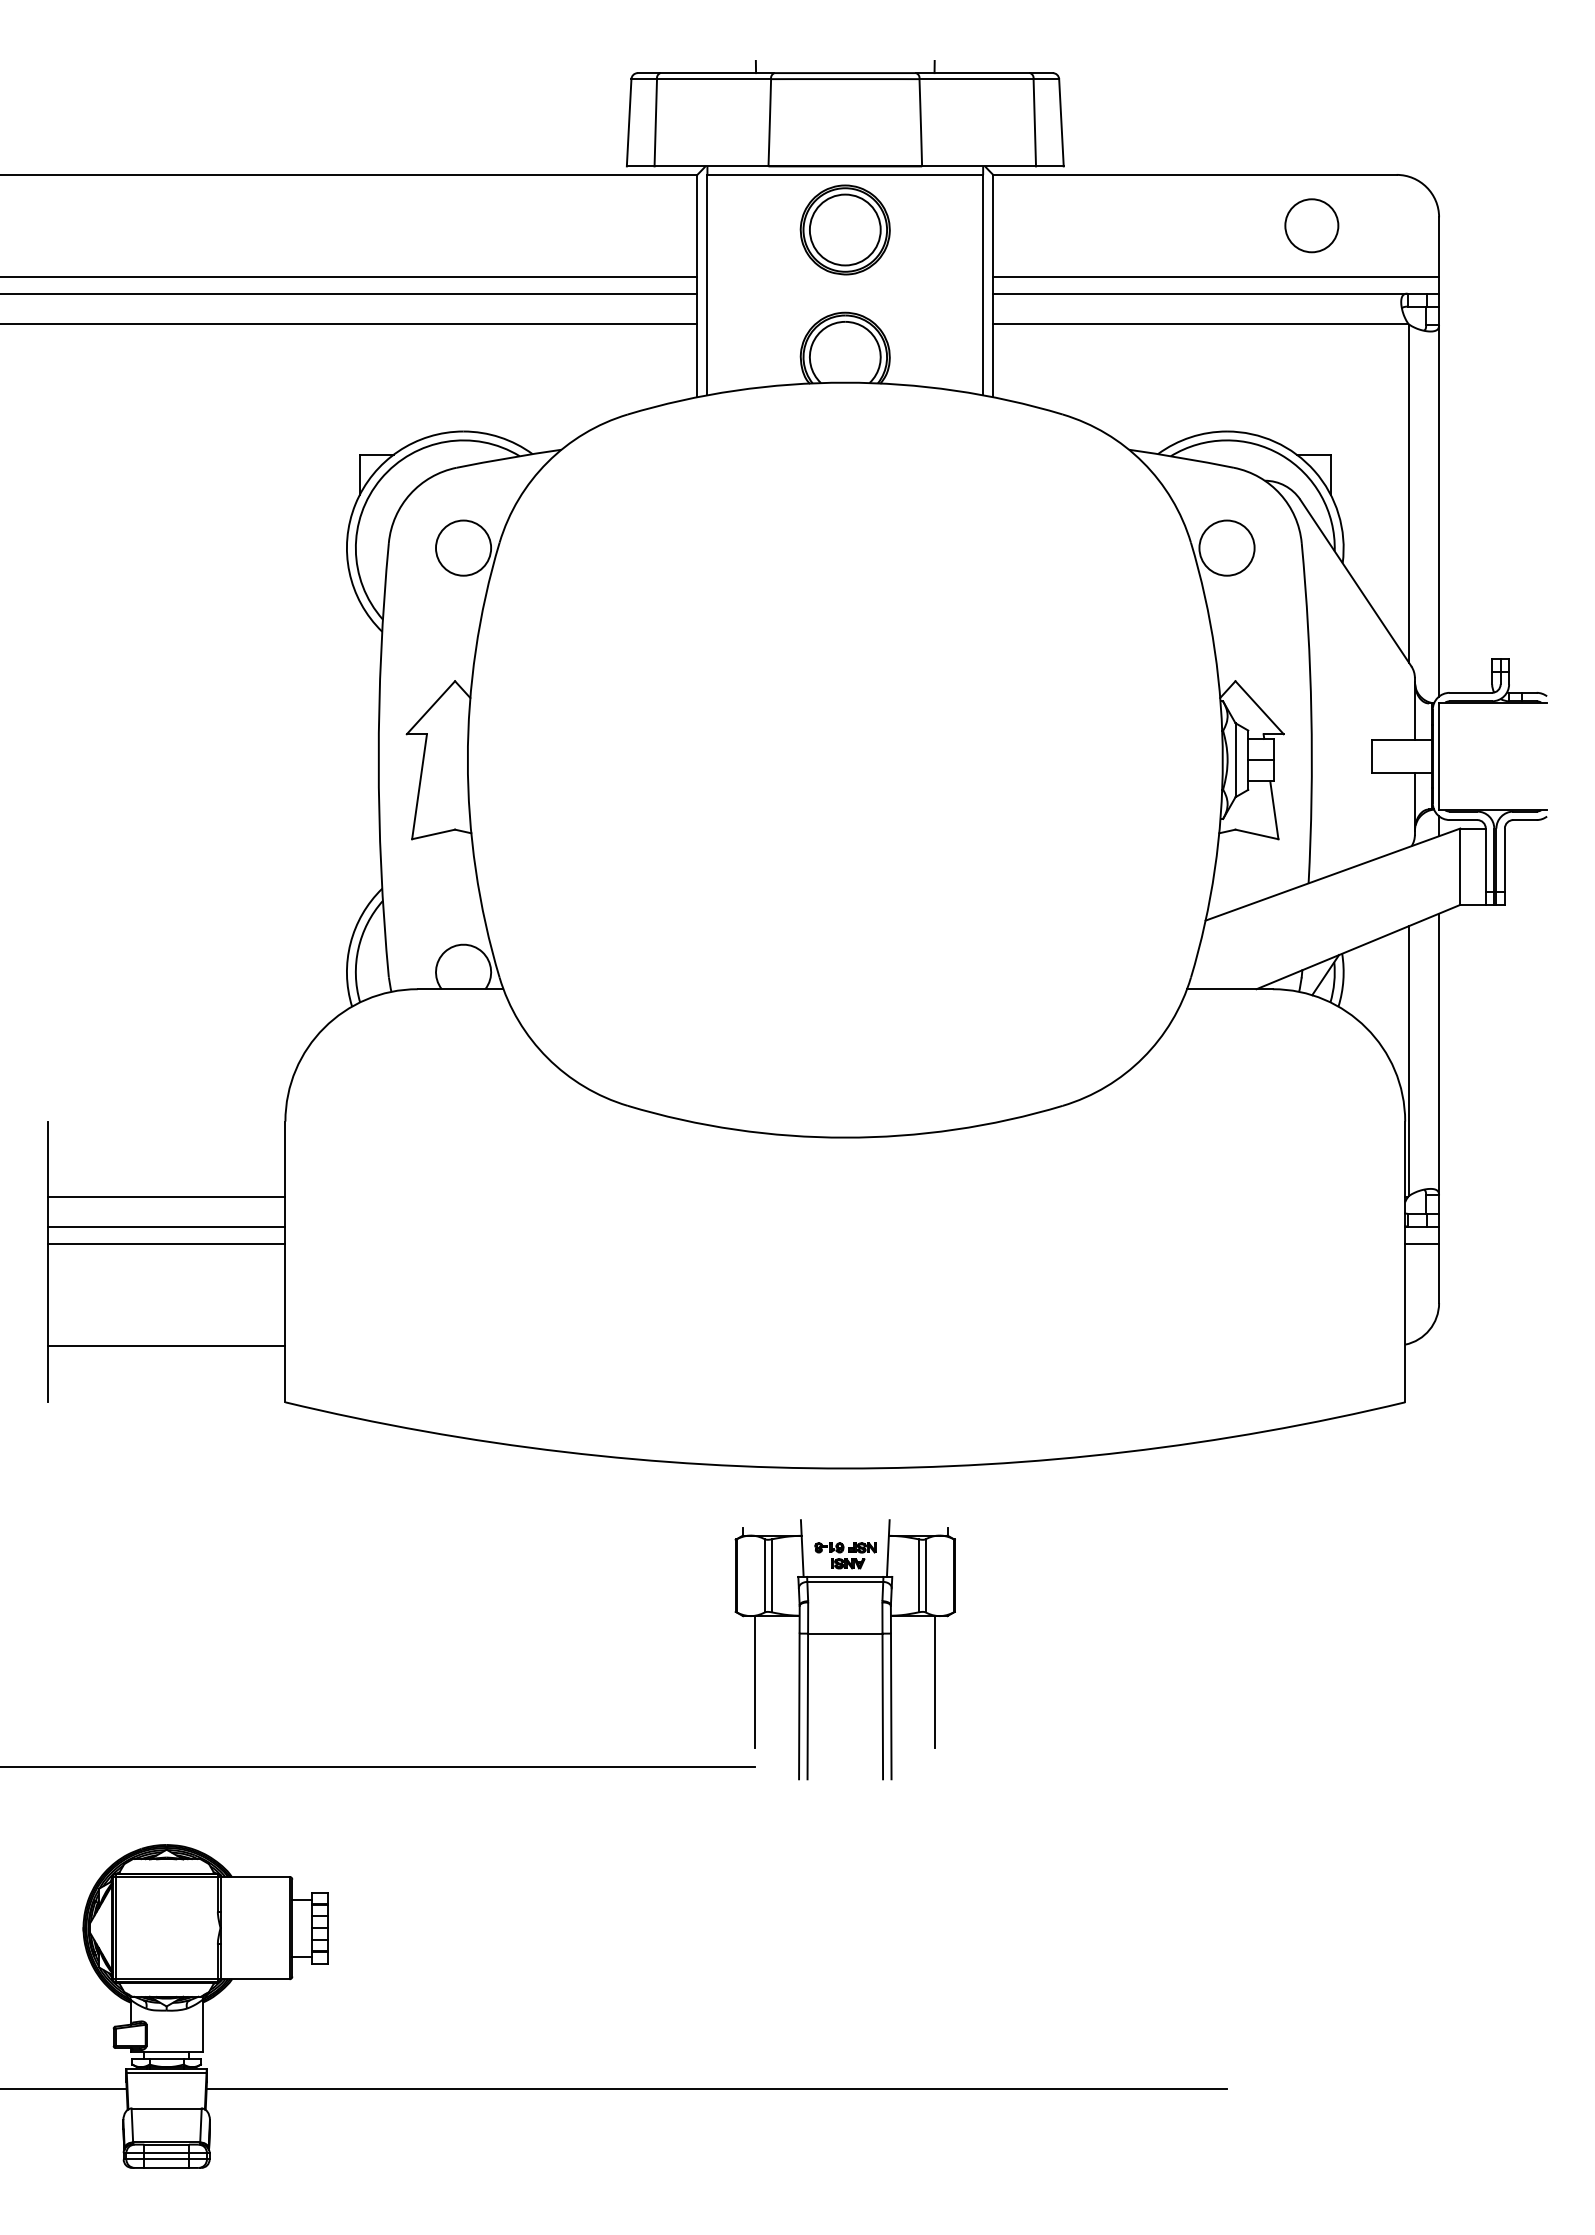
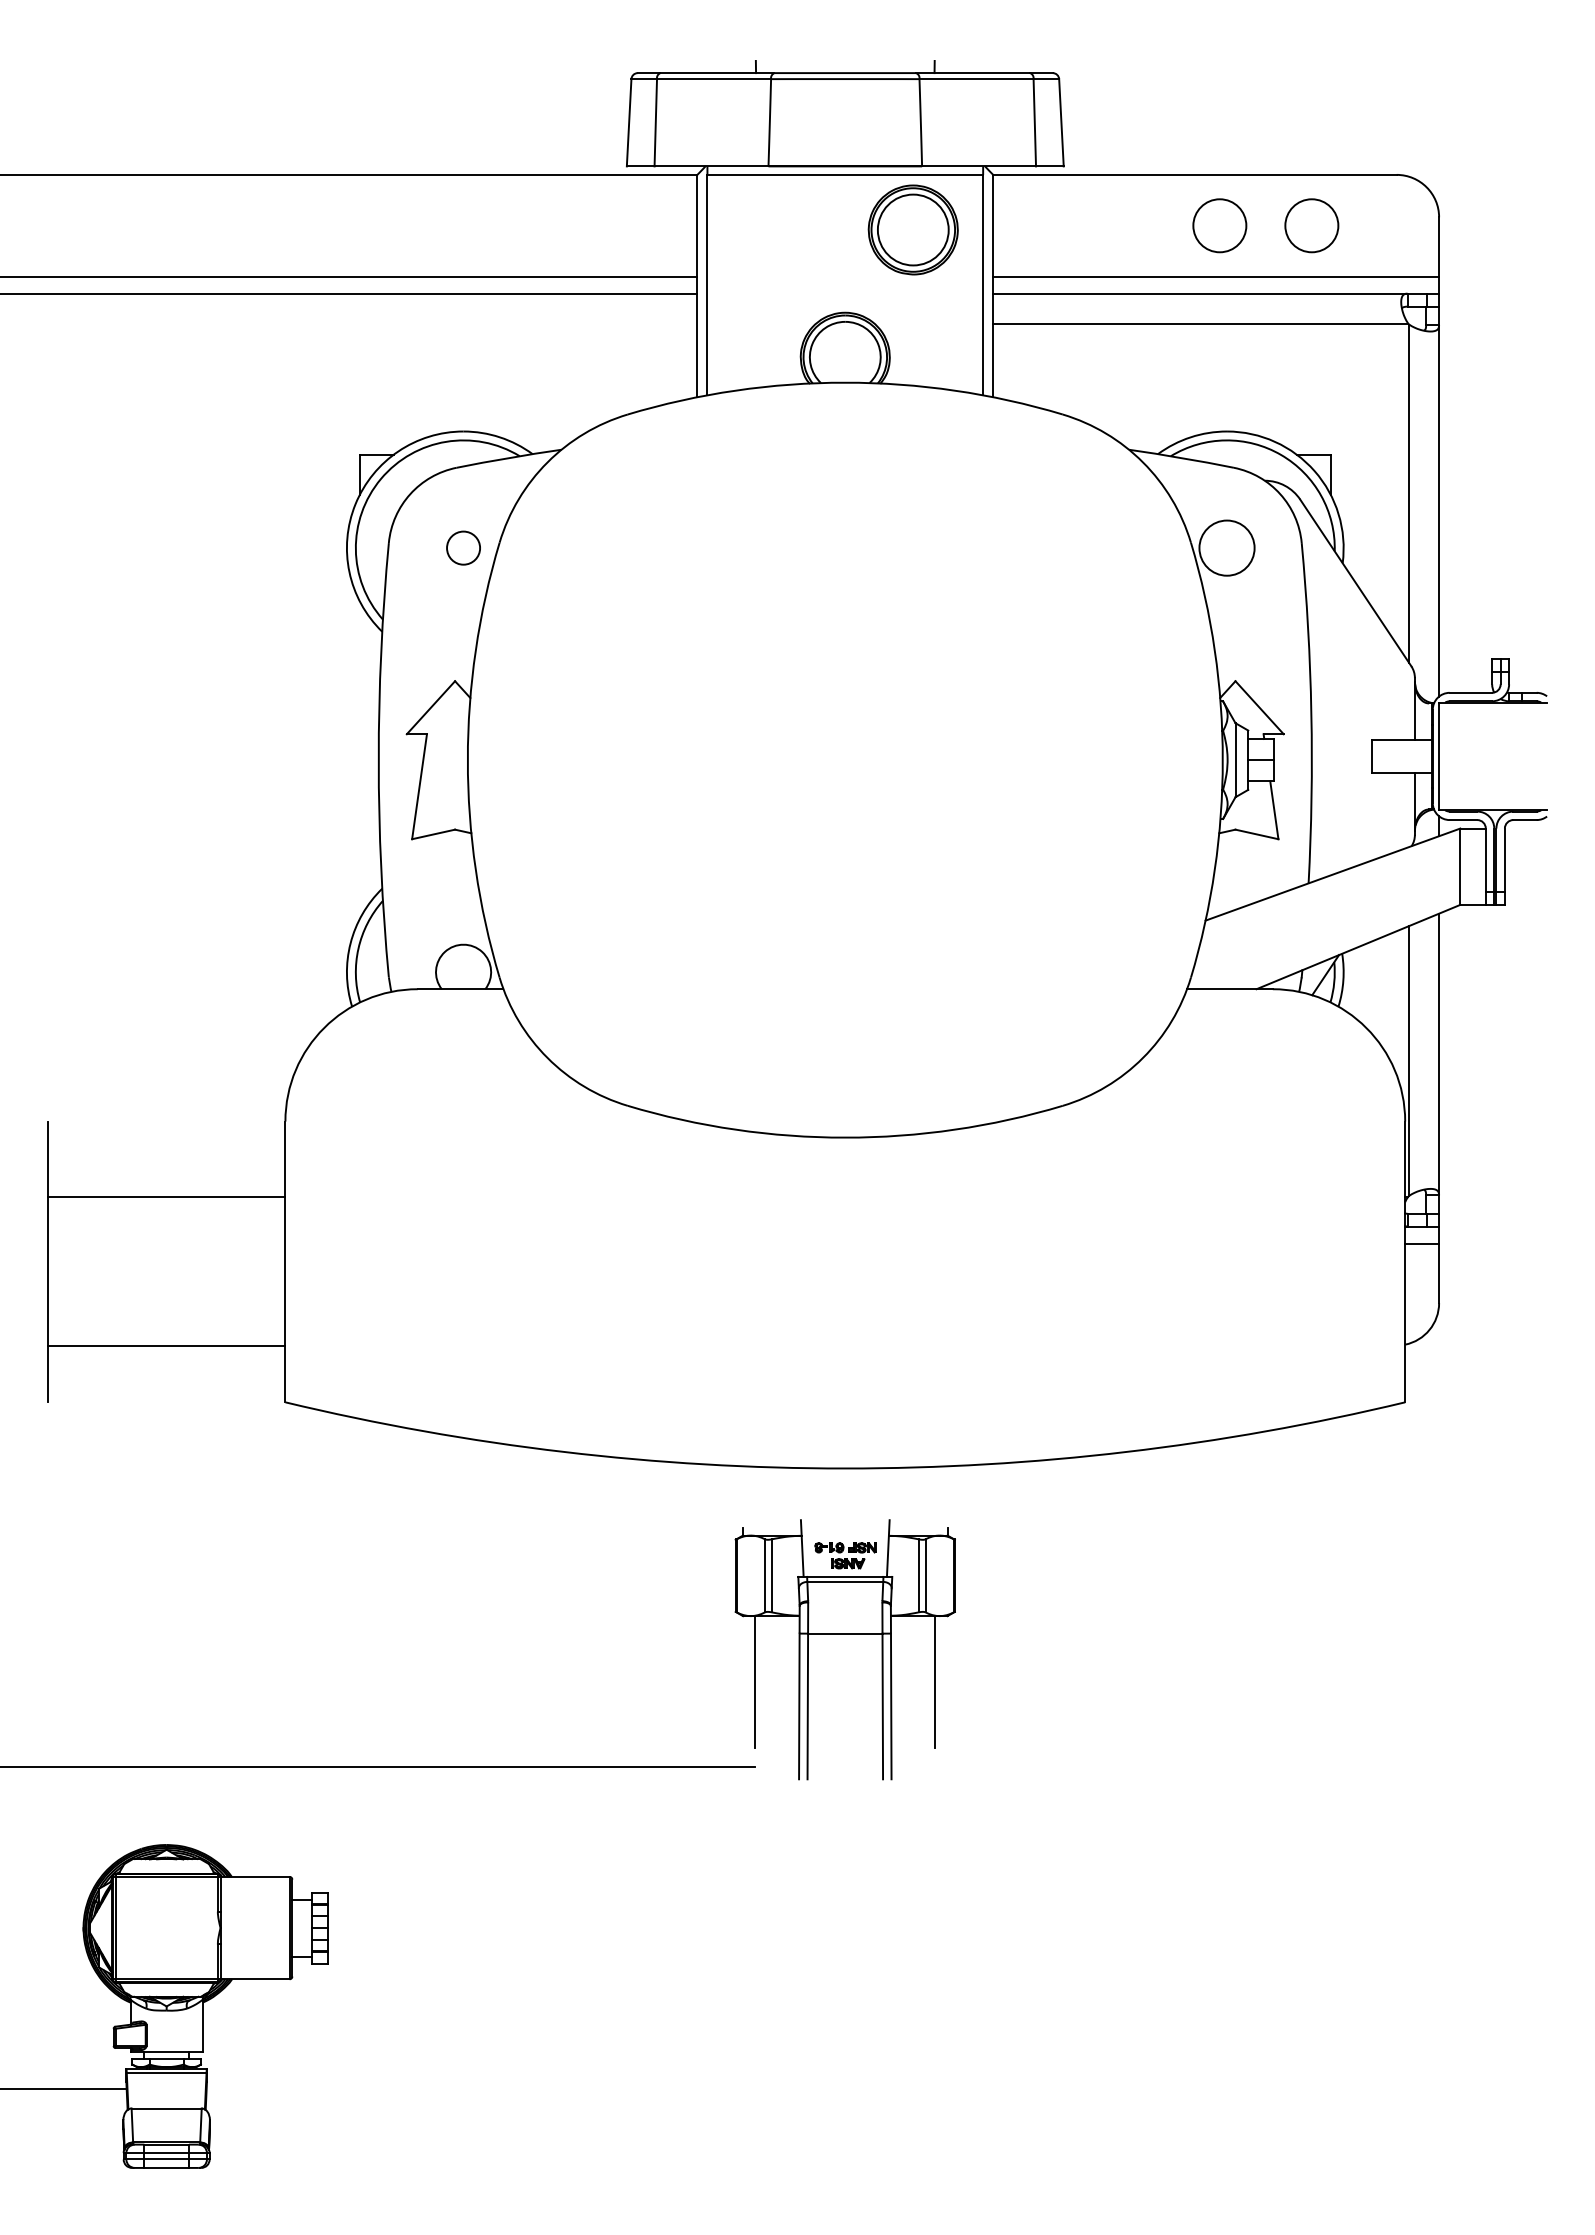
circle at (1219, 225): none -> present
part at (844, 229) position: (844, 229) -> (912, 229)
line at (349, 323): present -> none
circle at (463, 547) diameter: 55 px -> 33 px
line at (166, 1226): present -> none
line at (166, 1243): present -> none
line at (716, 2089): present -> none
